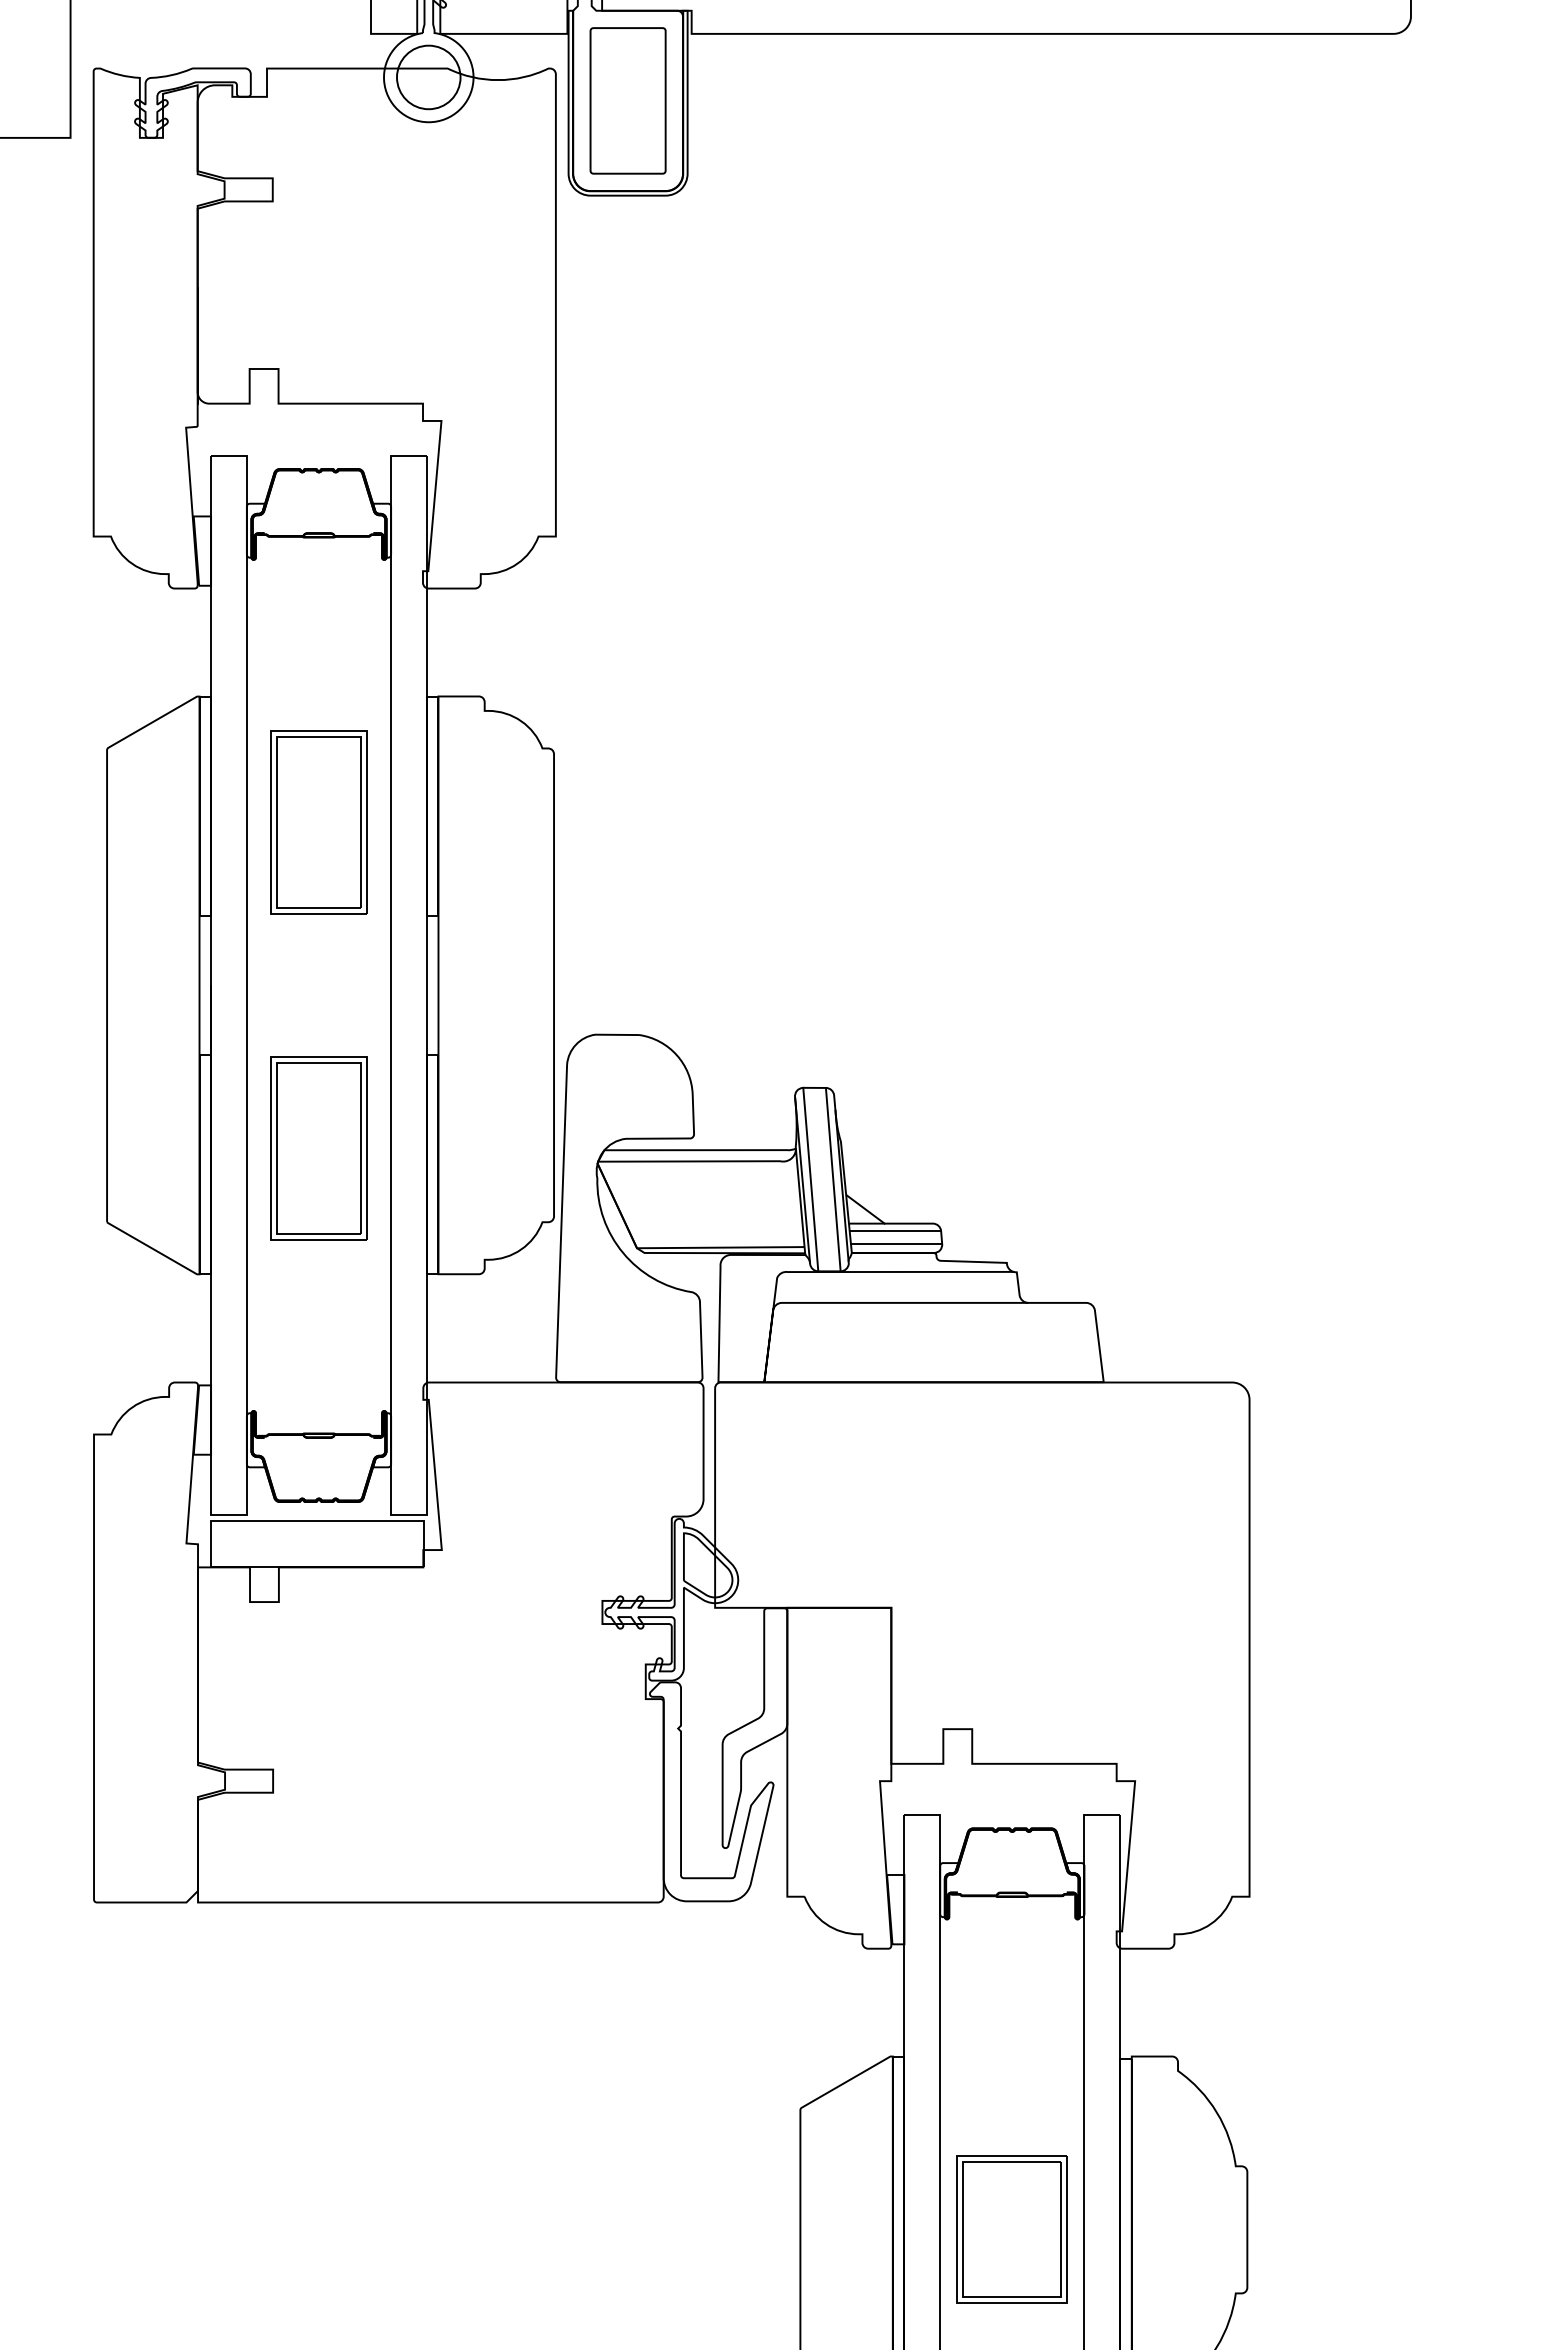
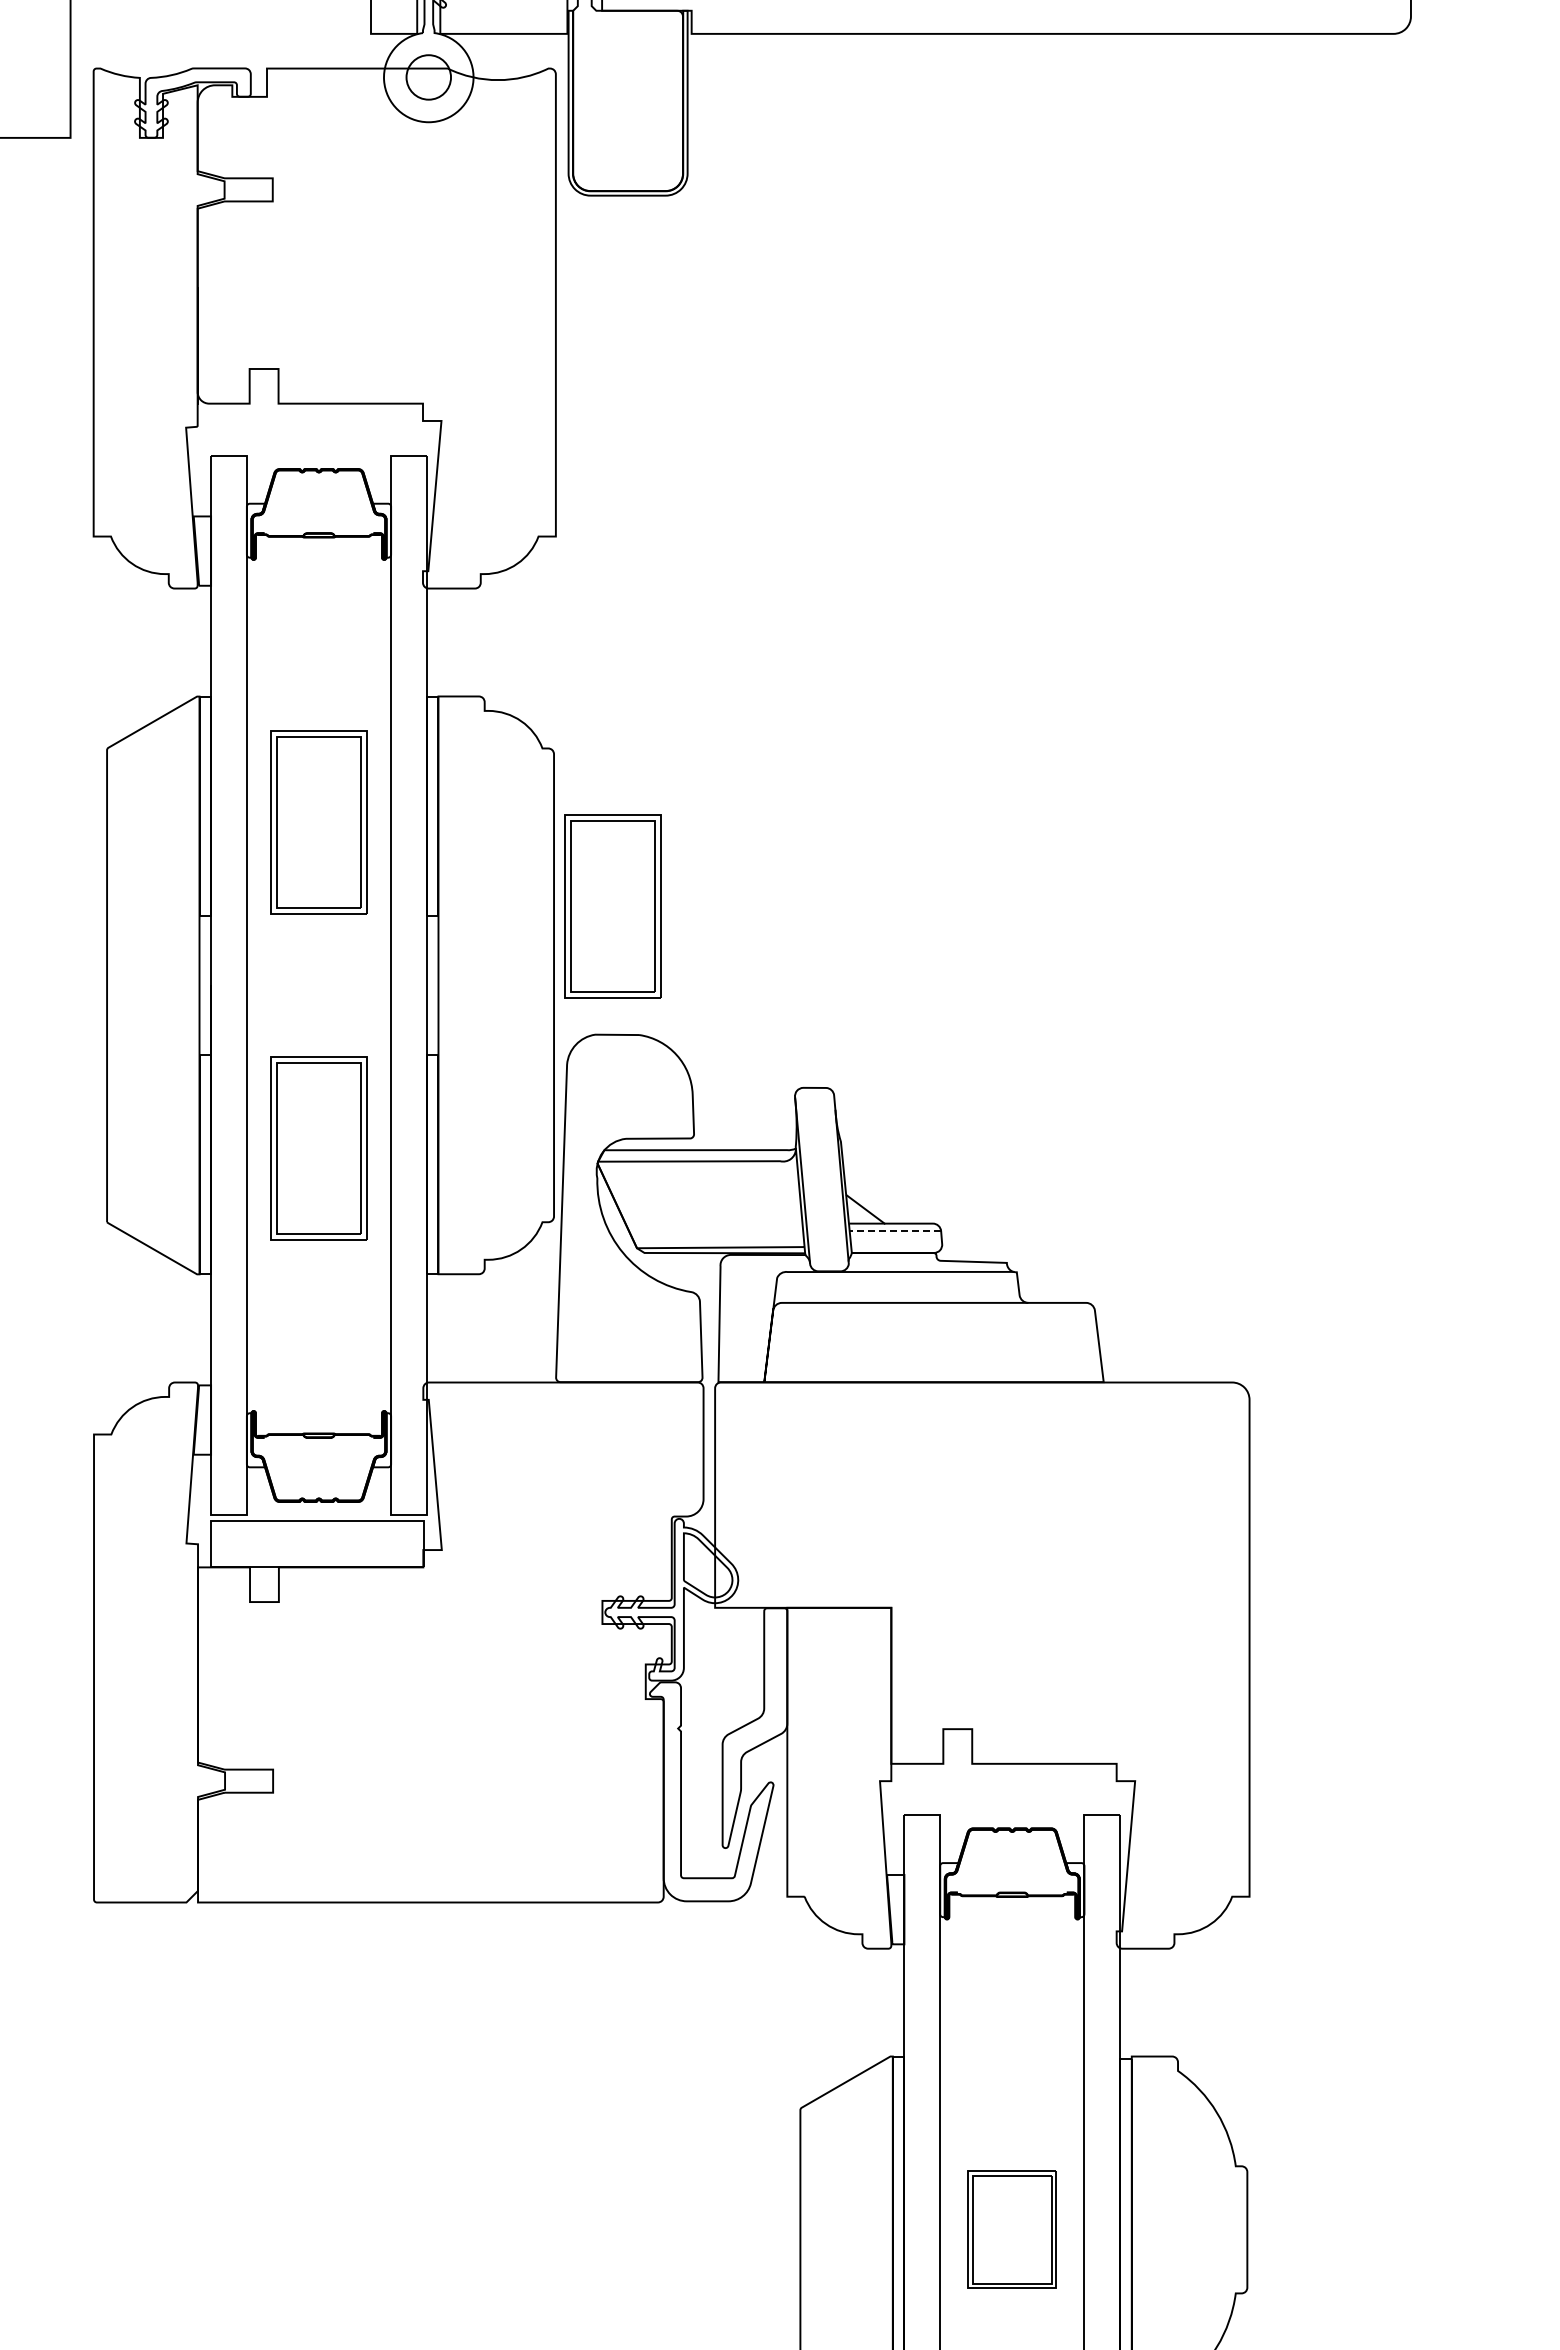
circle at (428, 77) diameter: 64 px -> 44 px
part at (627, 100): present -> none
part at (612, 906): none -> present
line at (832, 1178): present -> none
line at (810, 1179): present -> none
line at (895, 1231): solid -> dashed
line at (896, 1244): present -> none
part at (1011, 2229) size: 112x149 px -> 90x119 px
